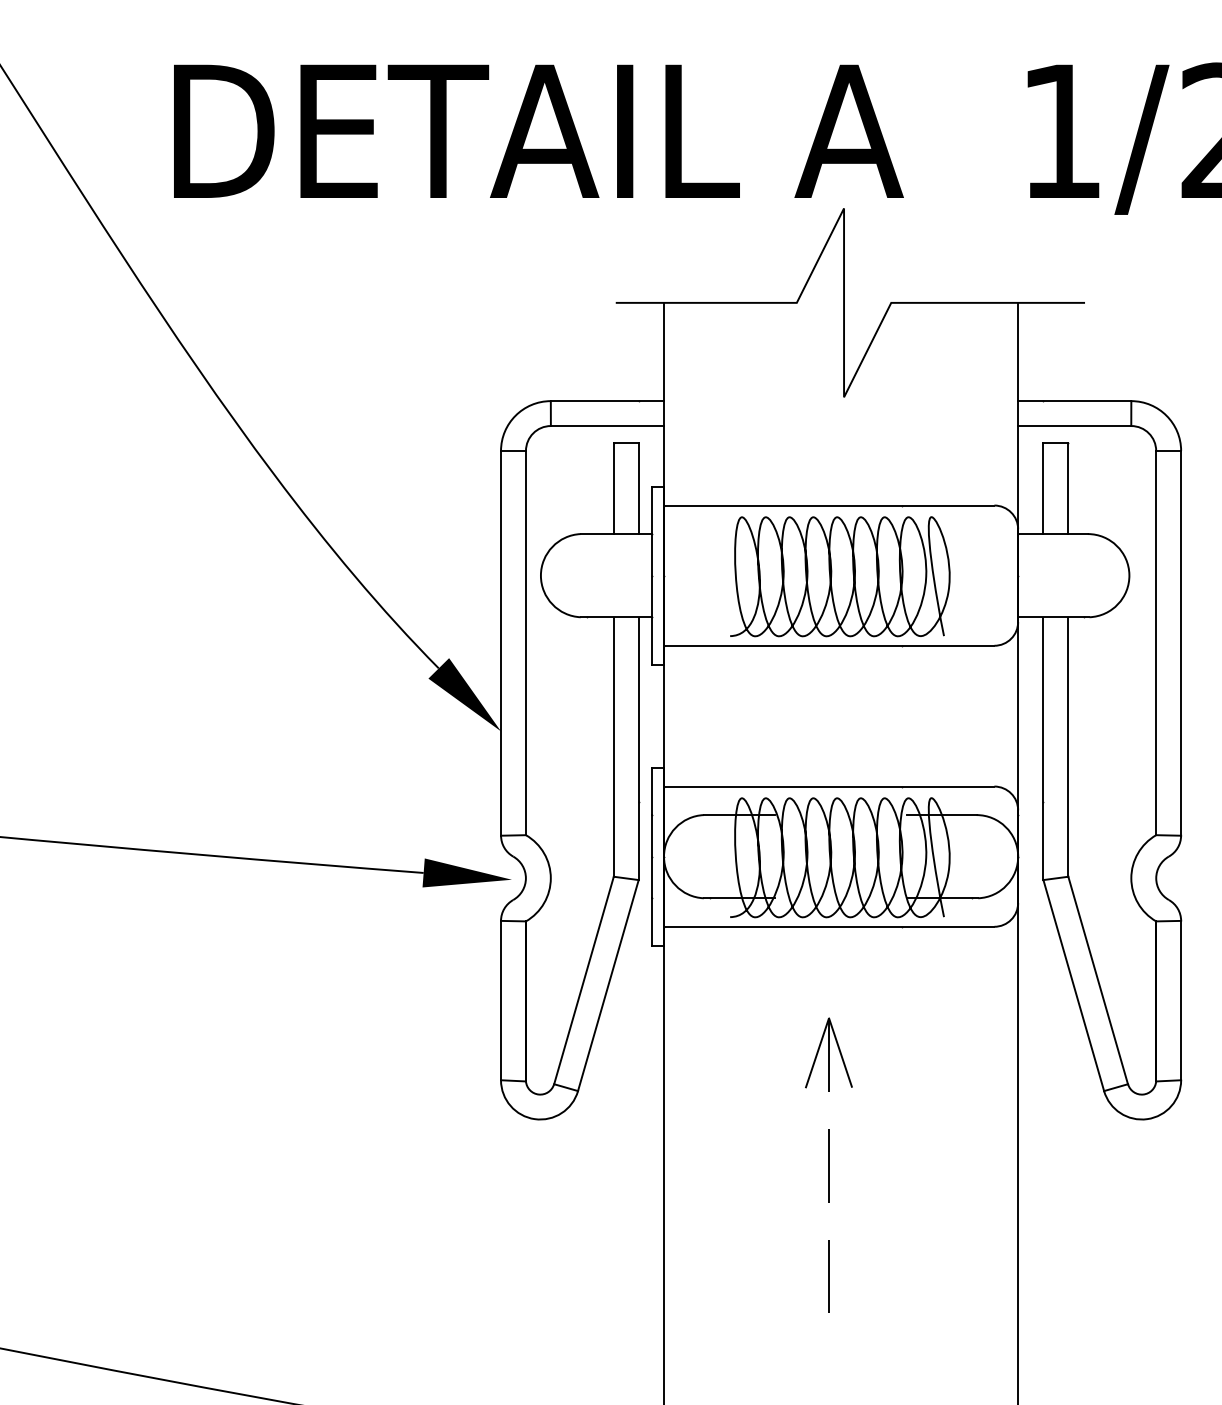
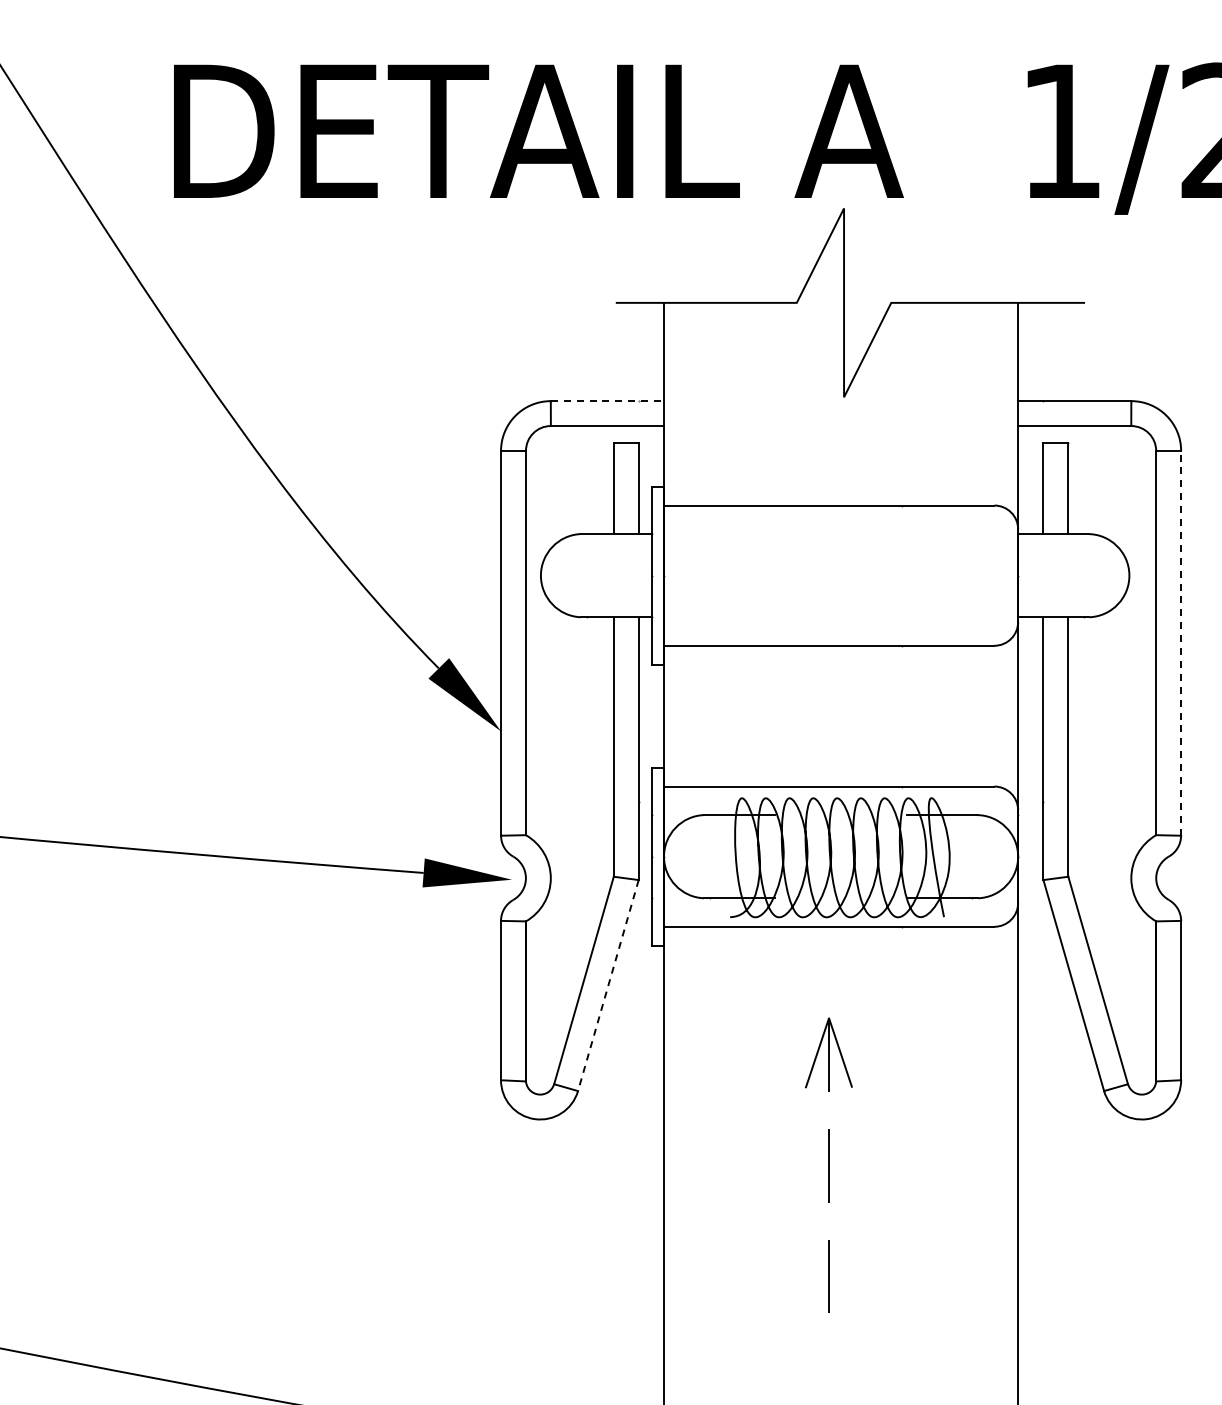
line at (607, 401): solid -> dashed
curve at (832, 575): present -> none
line at (1181, 642): solid -> dashed
line at (608, 985): solid -> dashed
